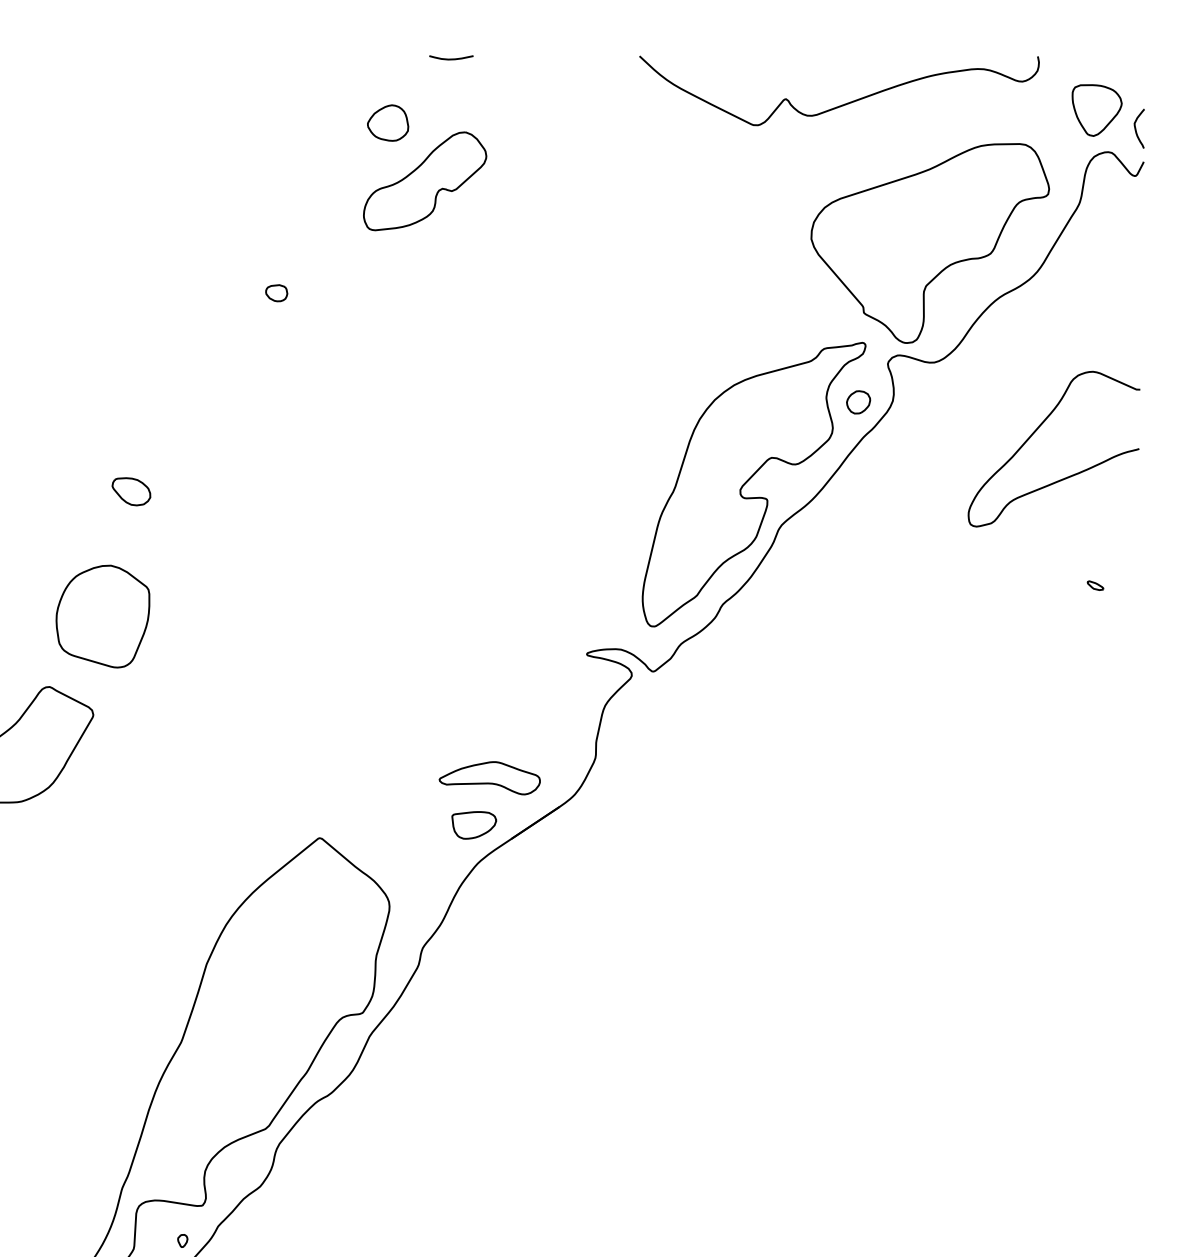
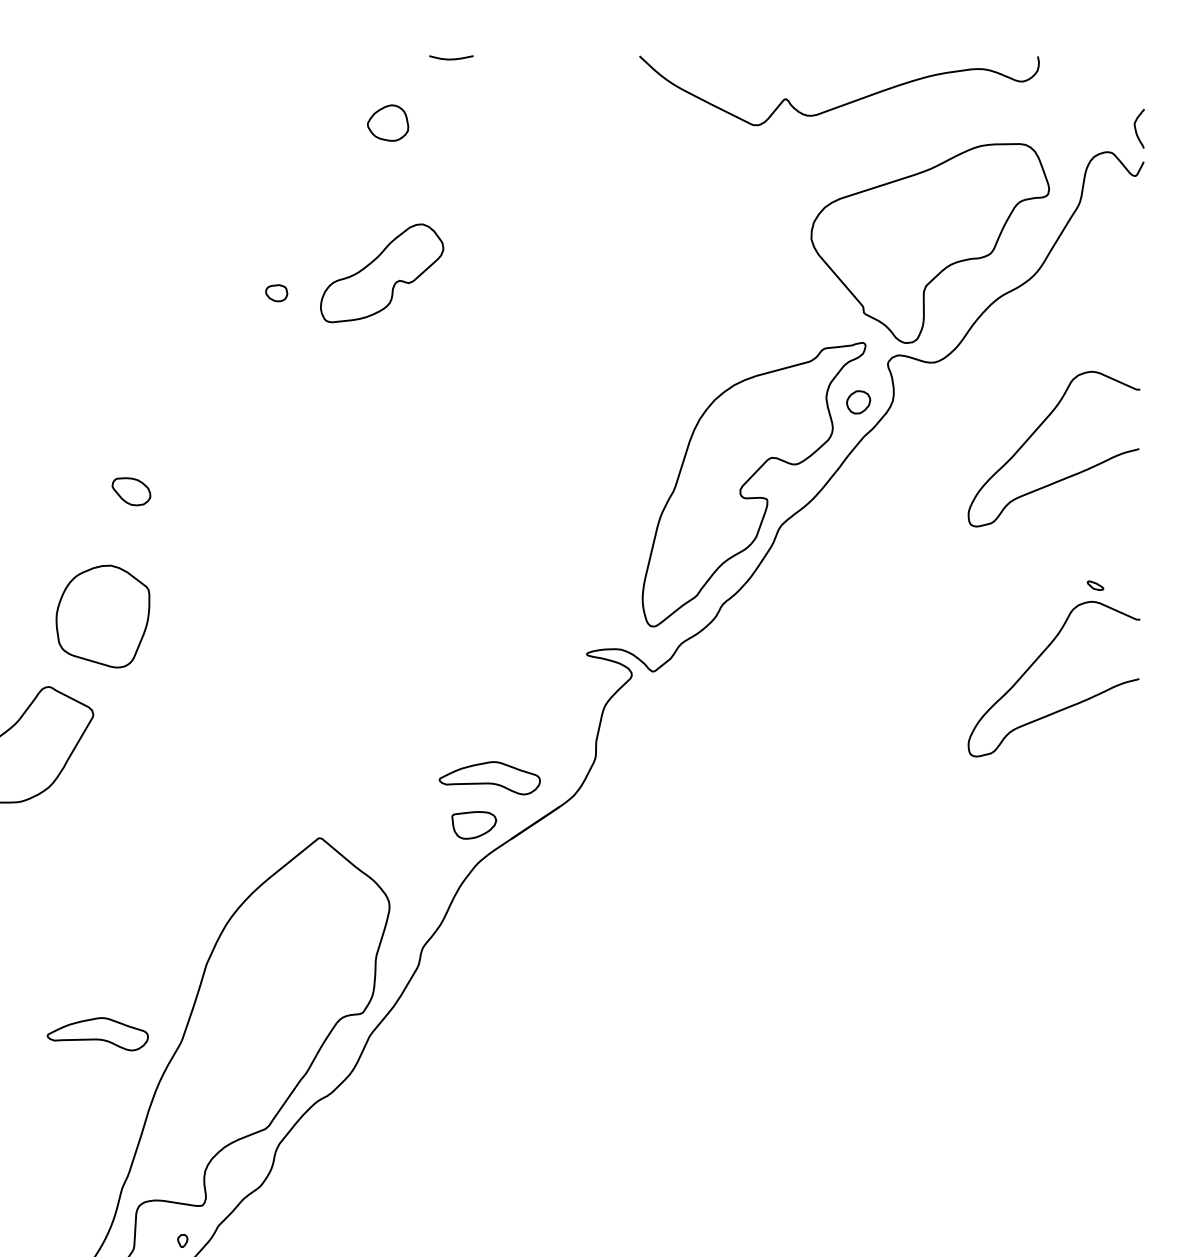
part at (1096, 110): present -> none
part at (425, 181) position: (425, 181) -> (382, 273)
curve at (1036, 661): none -> present
part at (97, 1034): none -> present
